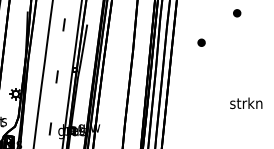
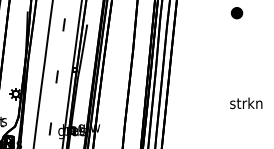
part at (237, 13) size: 9x9 px -> 14x13 px
part at (201, 42): present -> none
